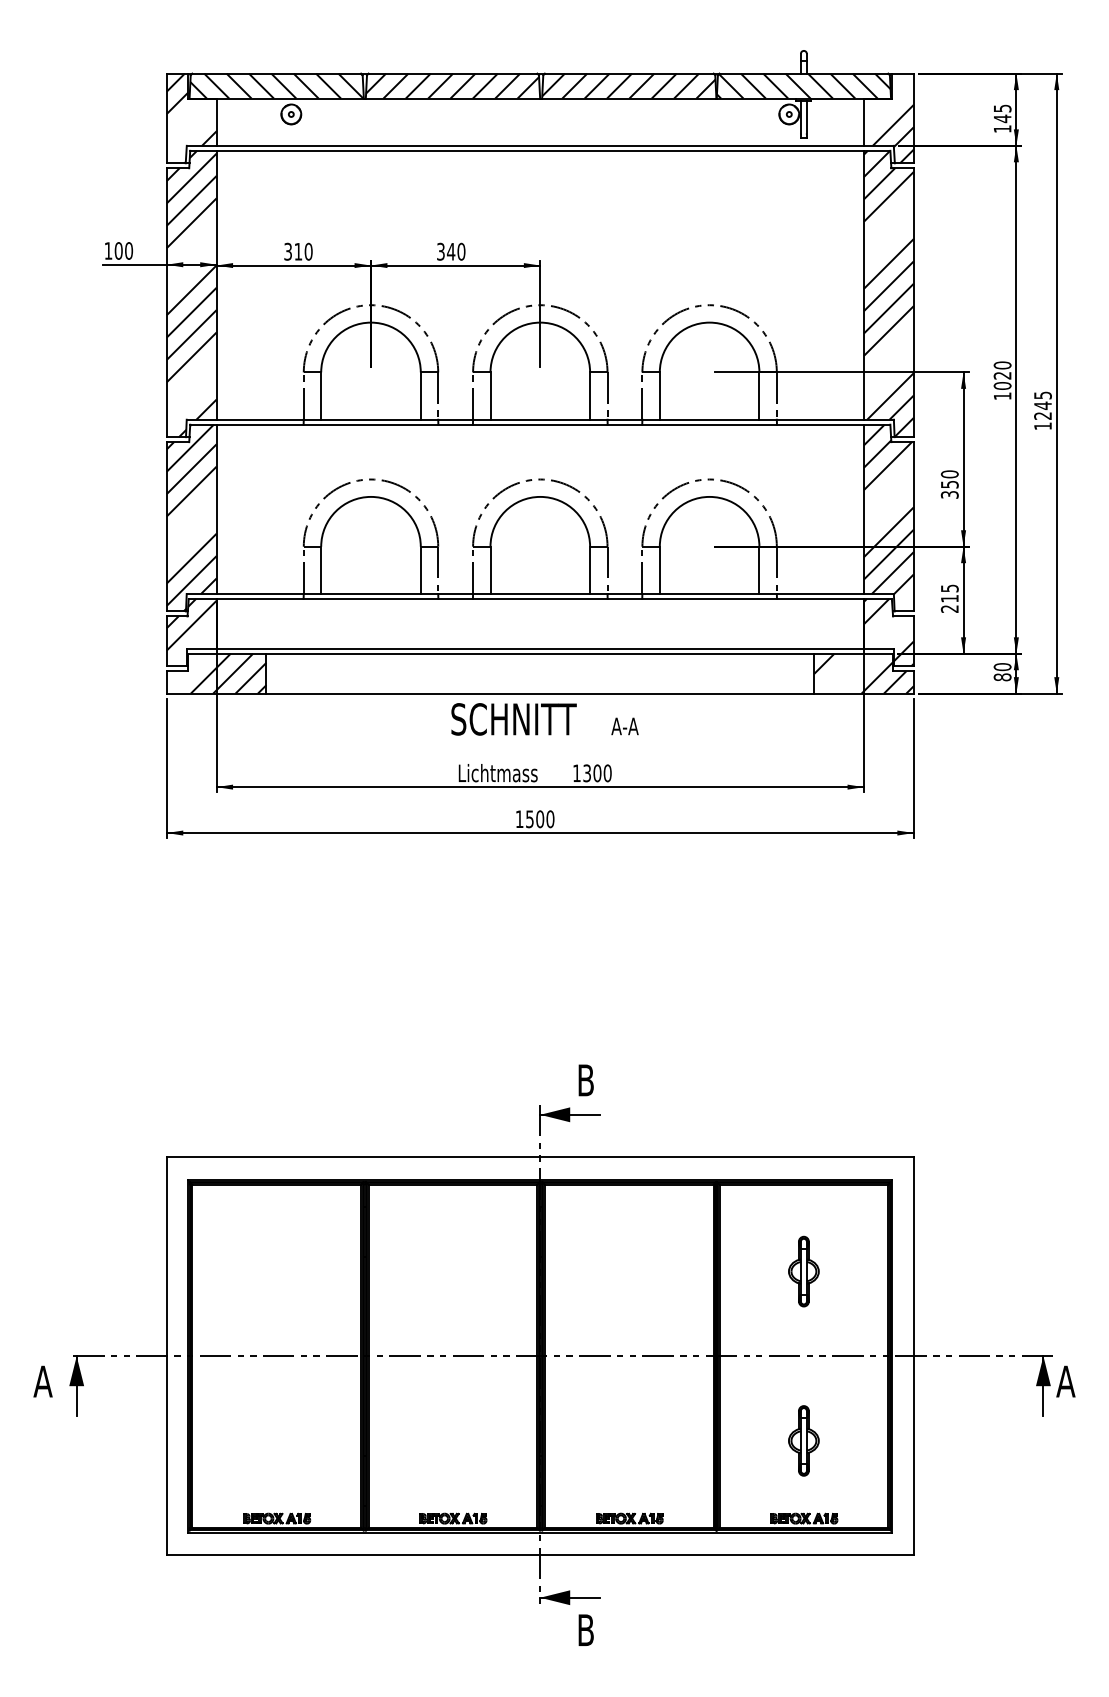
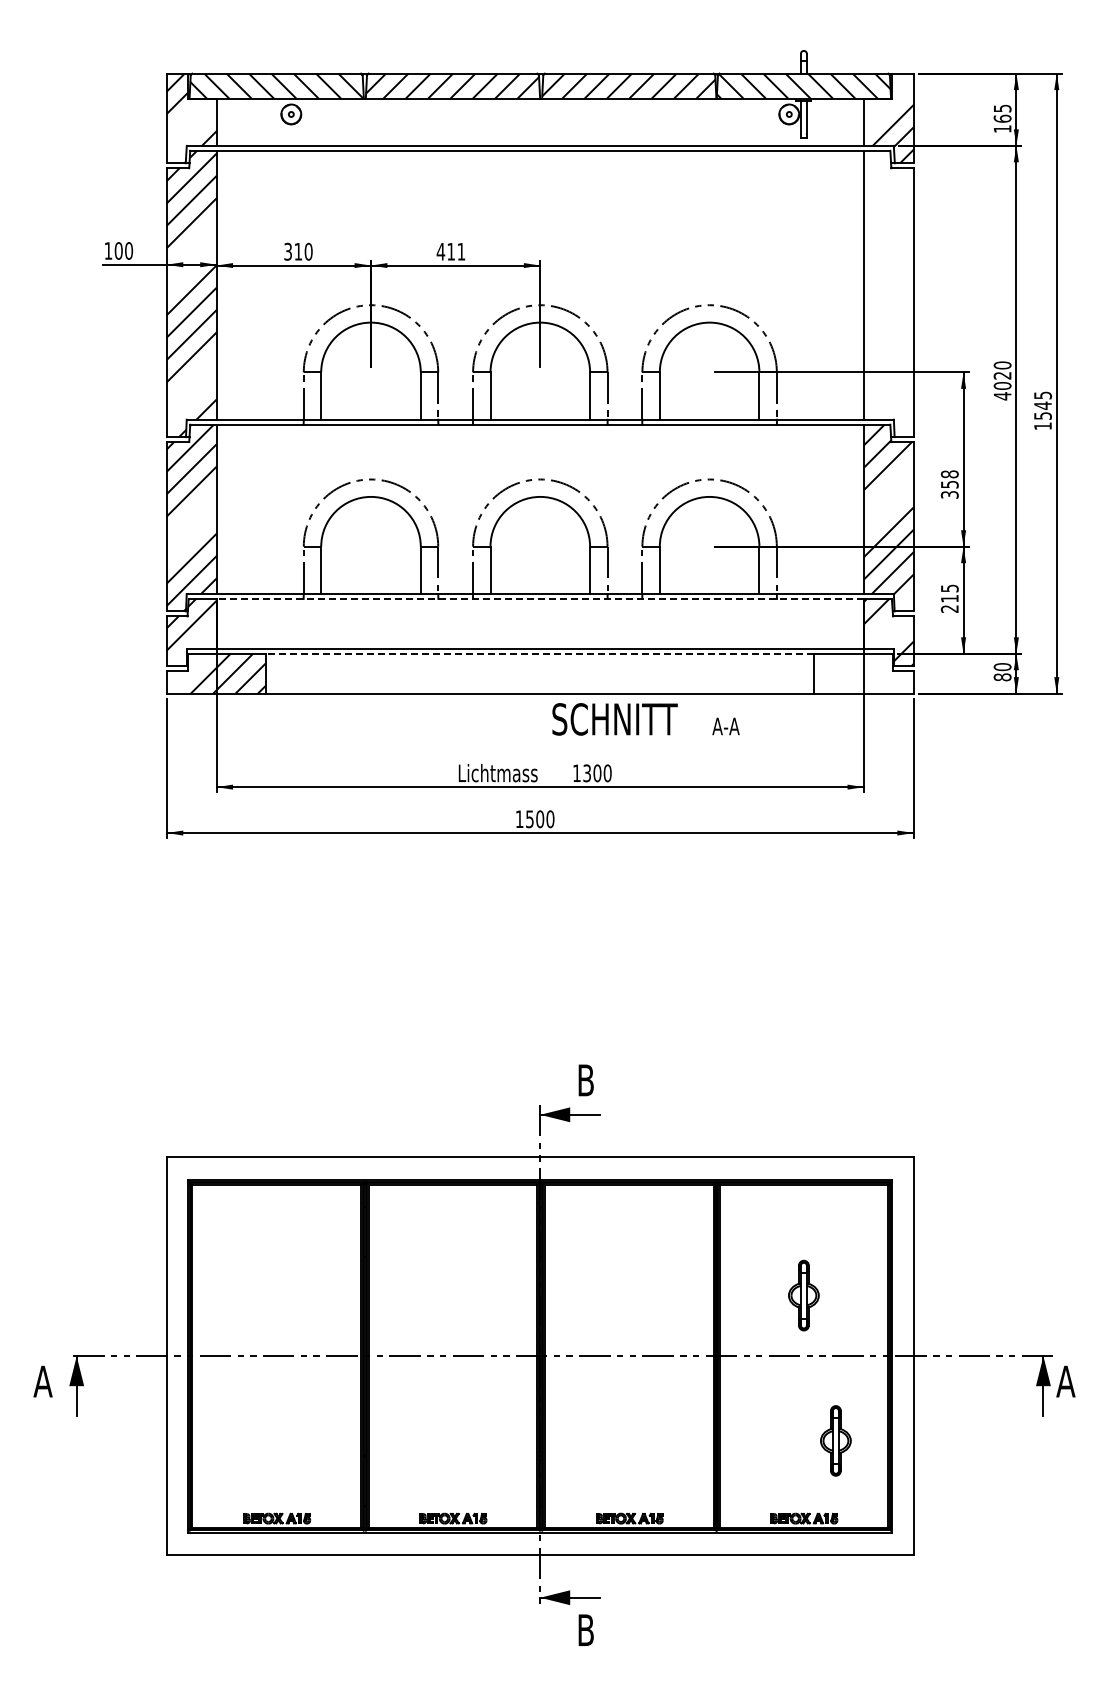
text at (1002, 118): 145 -> 165
text at (450, 251): 340 -> 411
hatch at (888, 293): present -> none
text at (1002, 396): 1020 -> 4020
text at (1042, 415): 1245 -> 1545
text at (949, 474): 350 -> 358
line at (540, 599): solid -> dashed
line at (540, 653): solid -> dashed
hatch at (863, 673): present -> none
text at (544, 719) position: (544, 719) -> (645, 719)
part at (803, 1271) position: (803, 1271) -> (803, 1295)
part at (803, 1440) position: (803, 1440) -> (835, 1440)
